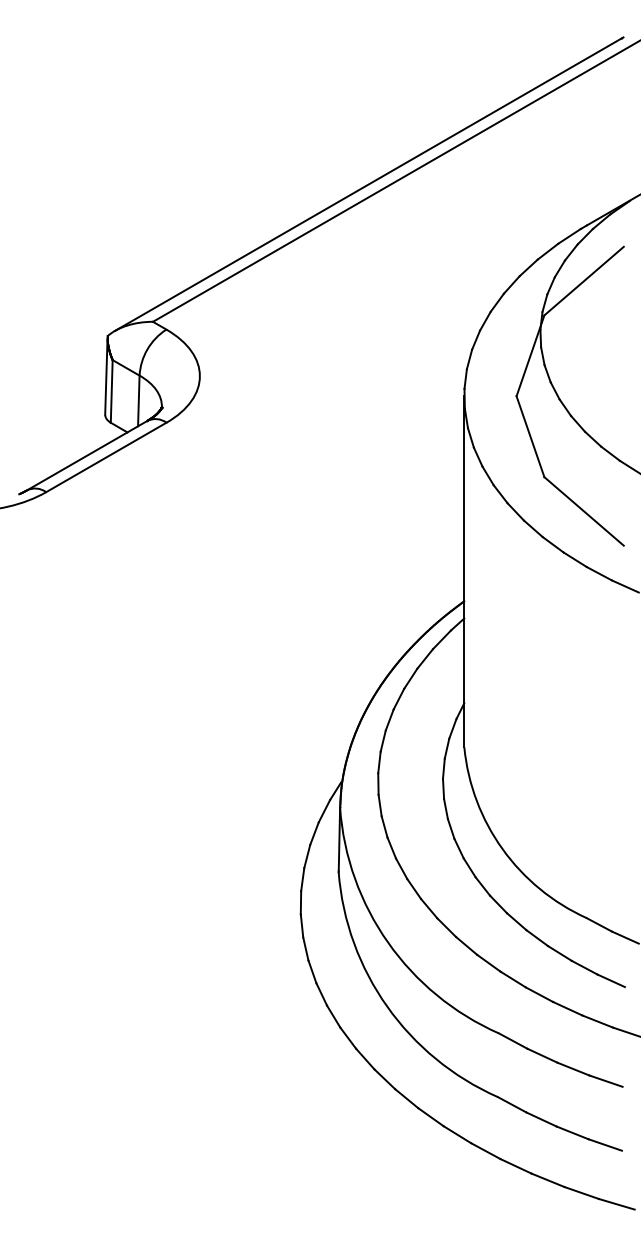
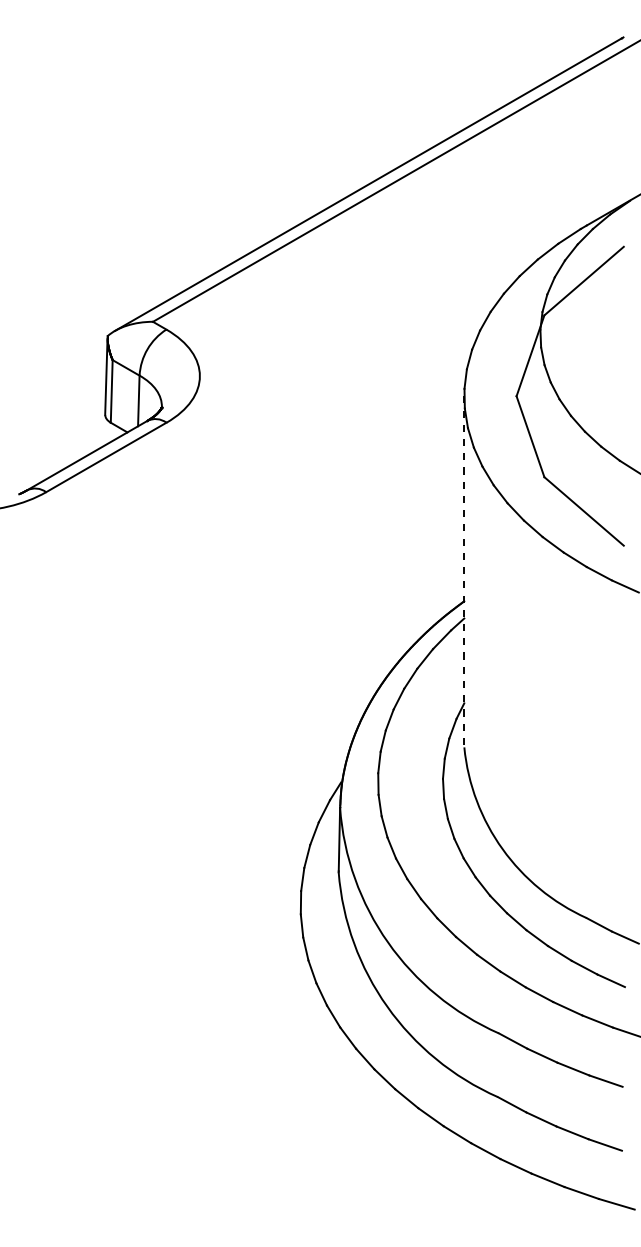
line at (464, 571): solid -> dashed
